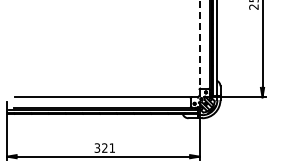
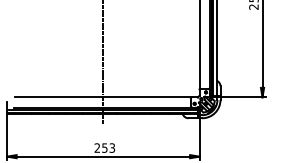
line at (199, 45): dashed -> solid
line at (103, 62): none -> present
text at (104, 147): 321 -> 253
